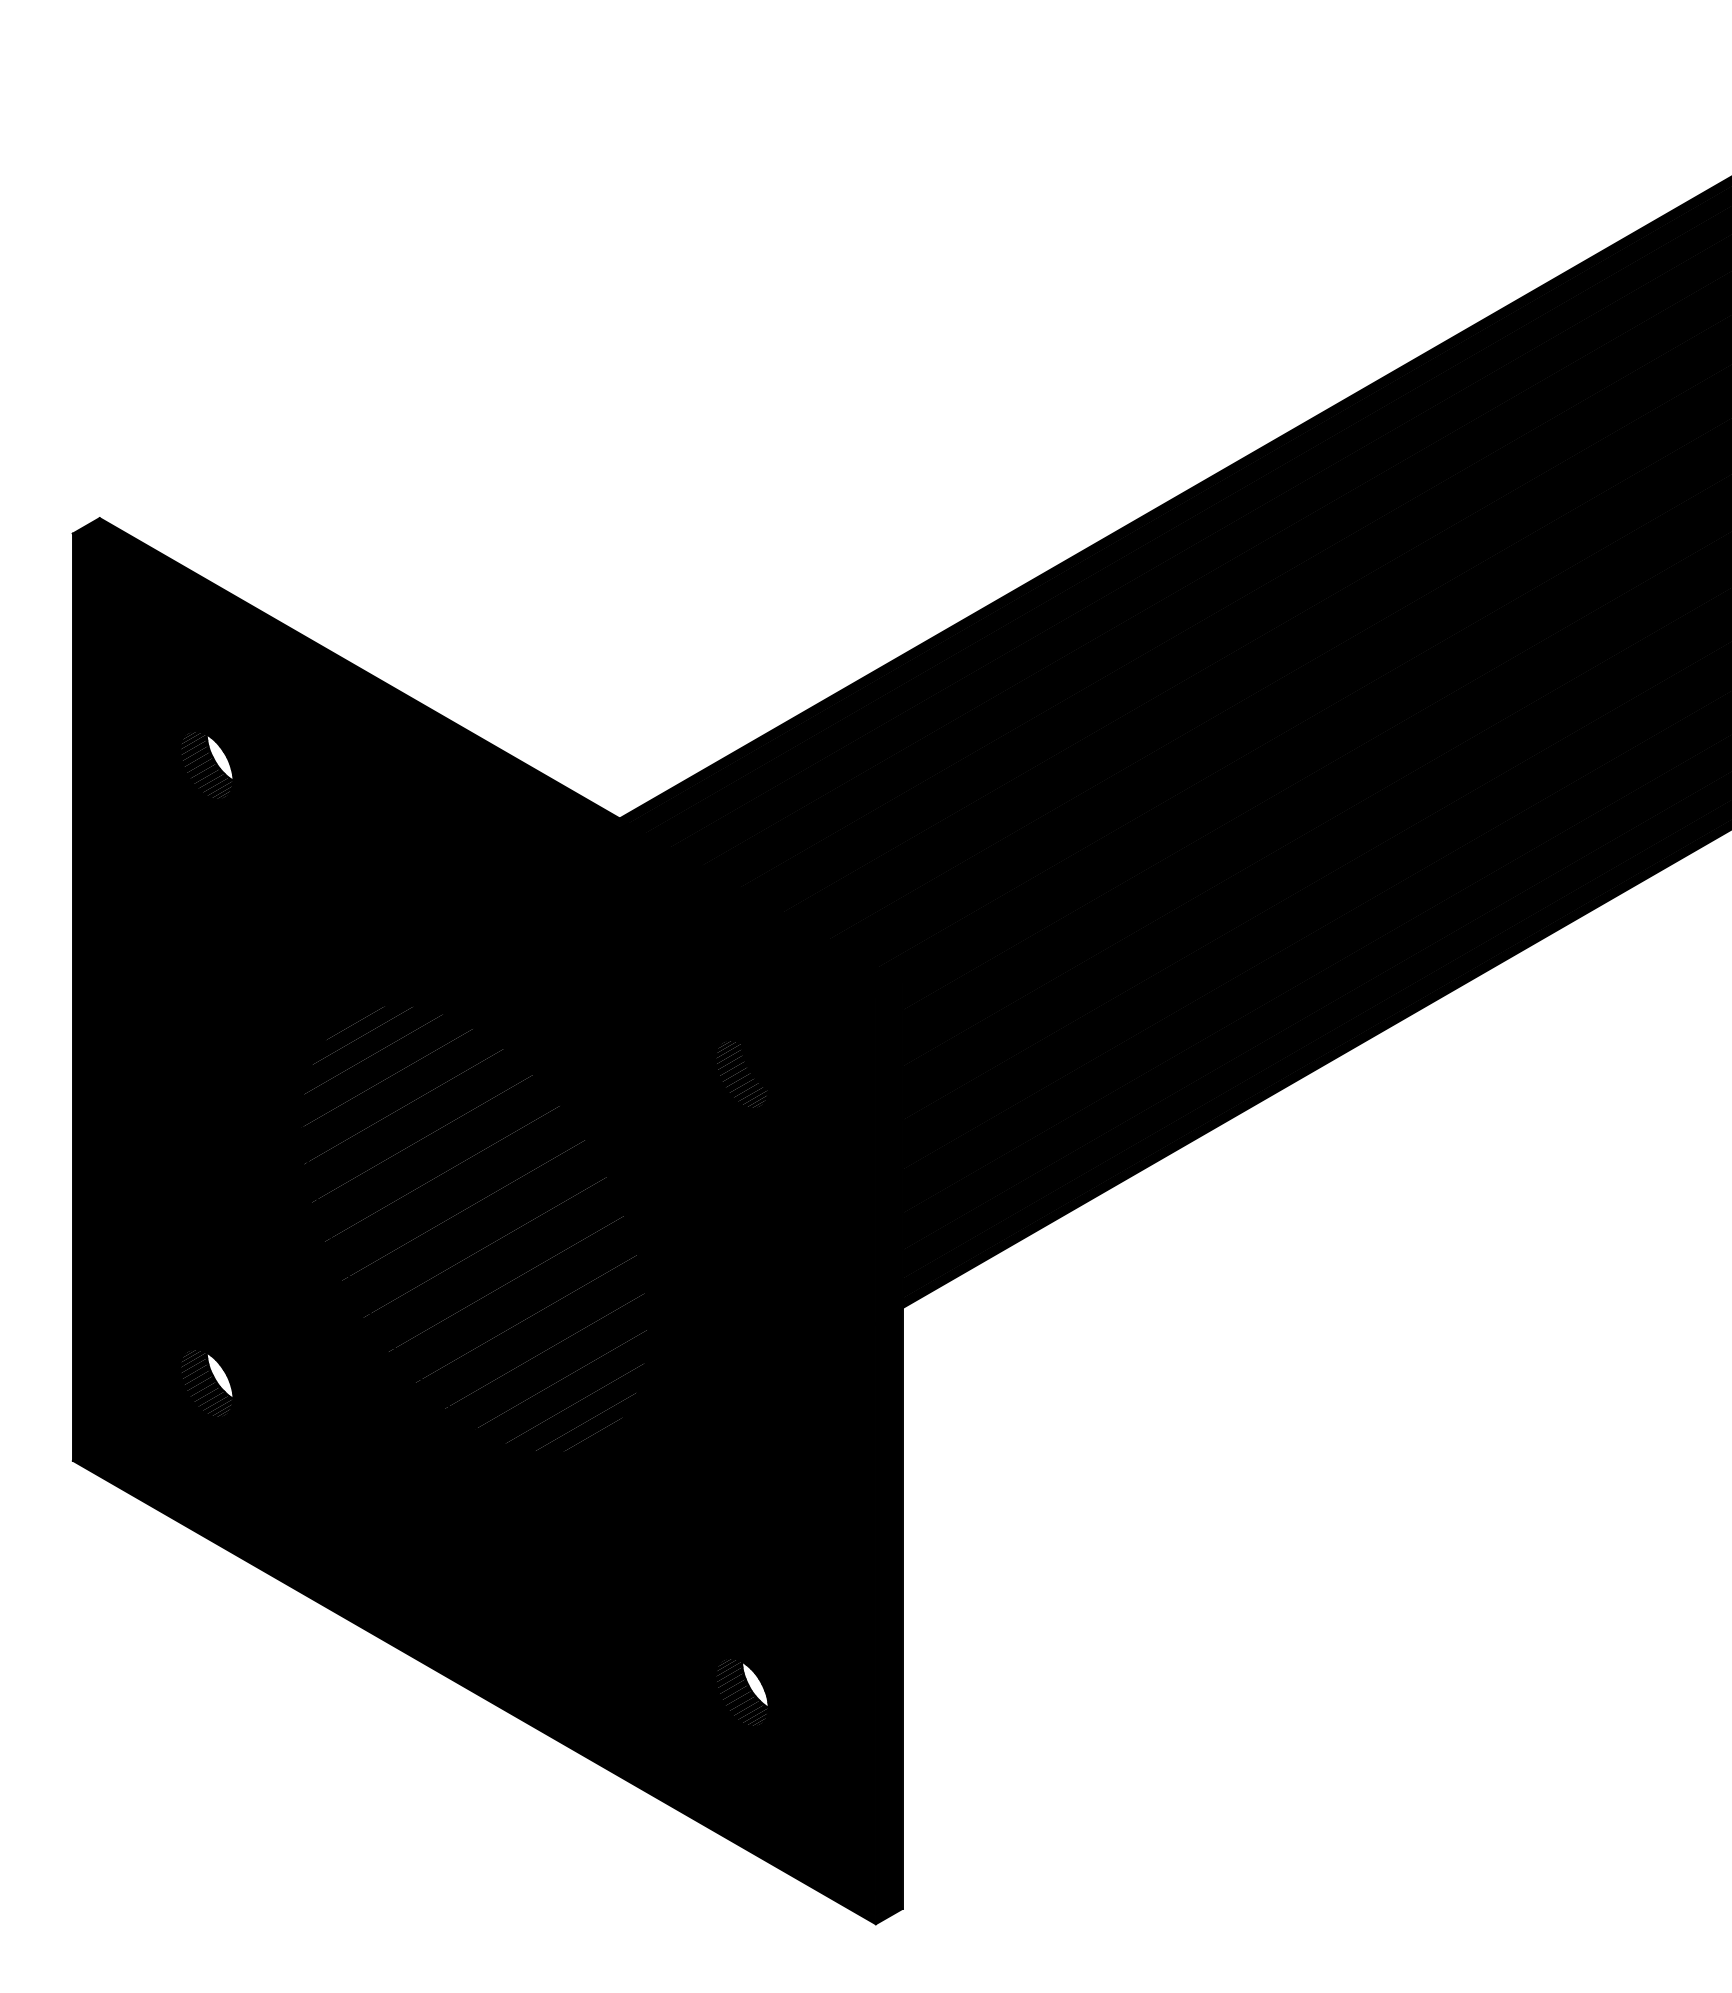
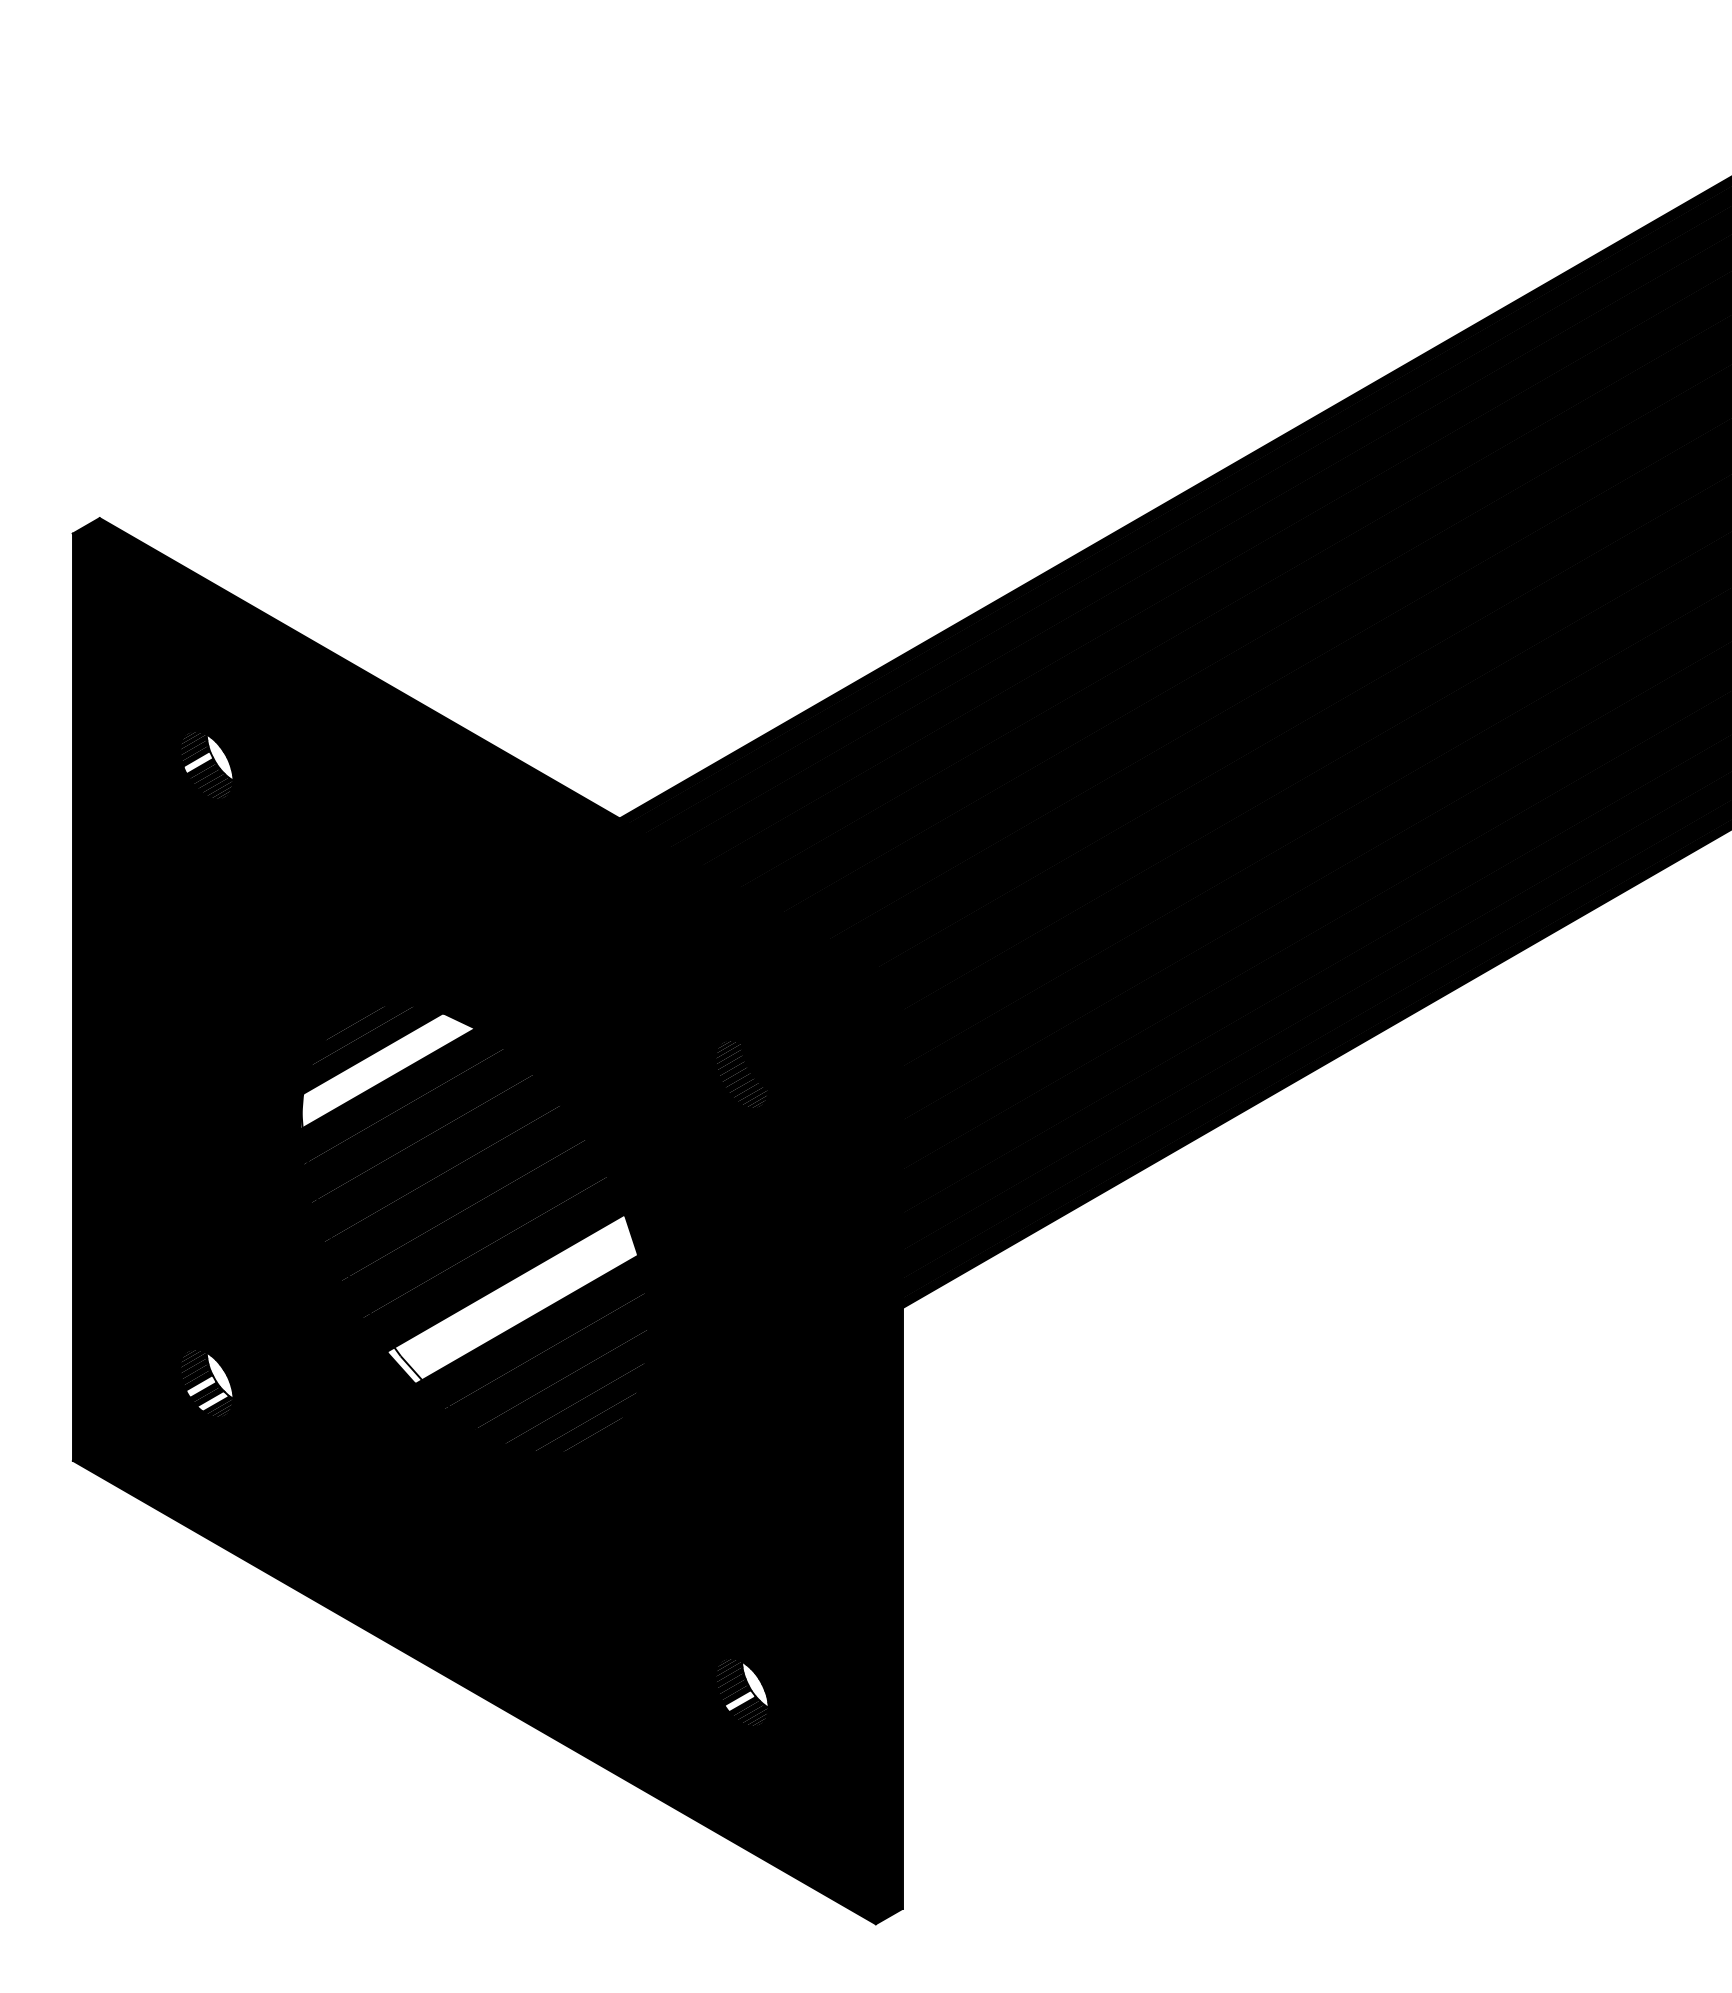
fill at (198, 762): present -> none
fill at (387, 1070): present -> none
fill at (512, 1299): present -> none
fill at (201, 1386): present -> none
fill at (212, 1401): present -> none
fill at (739, 1700): present -> none
